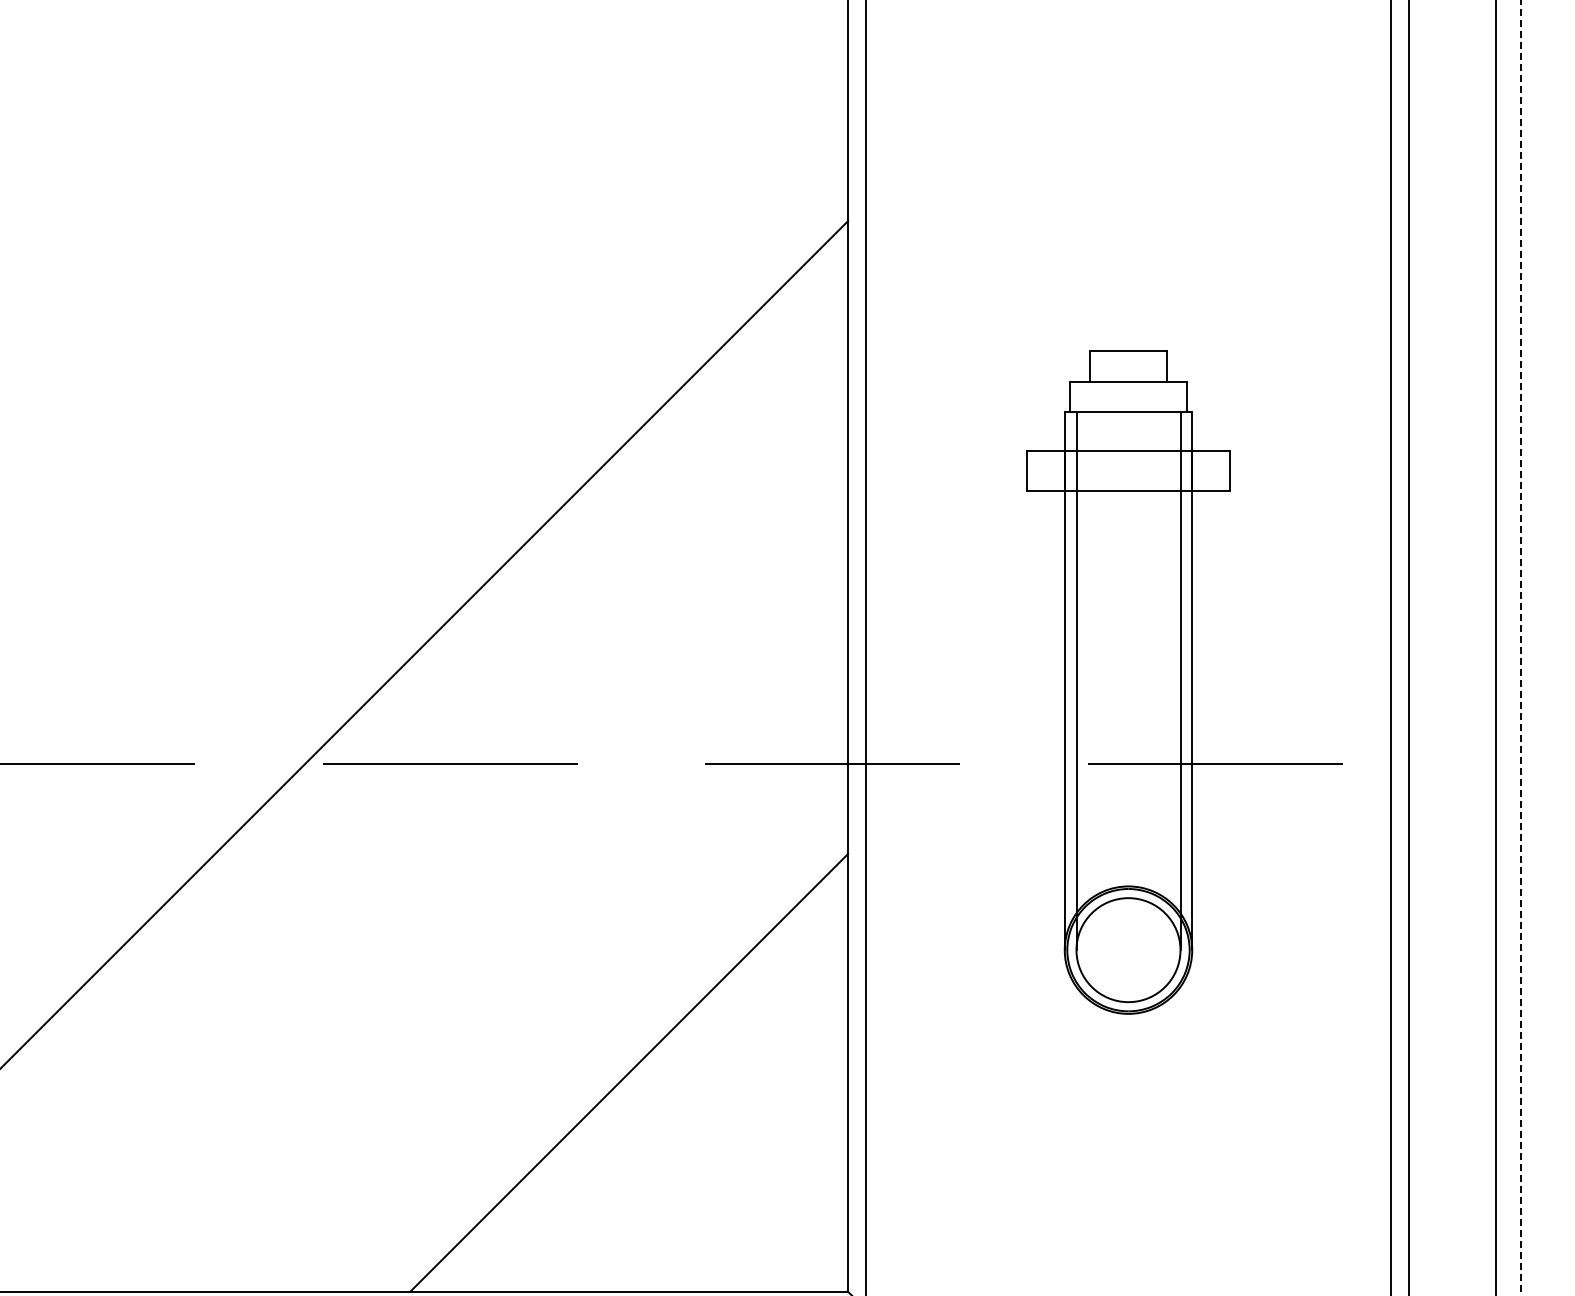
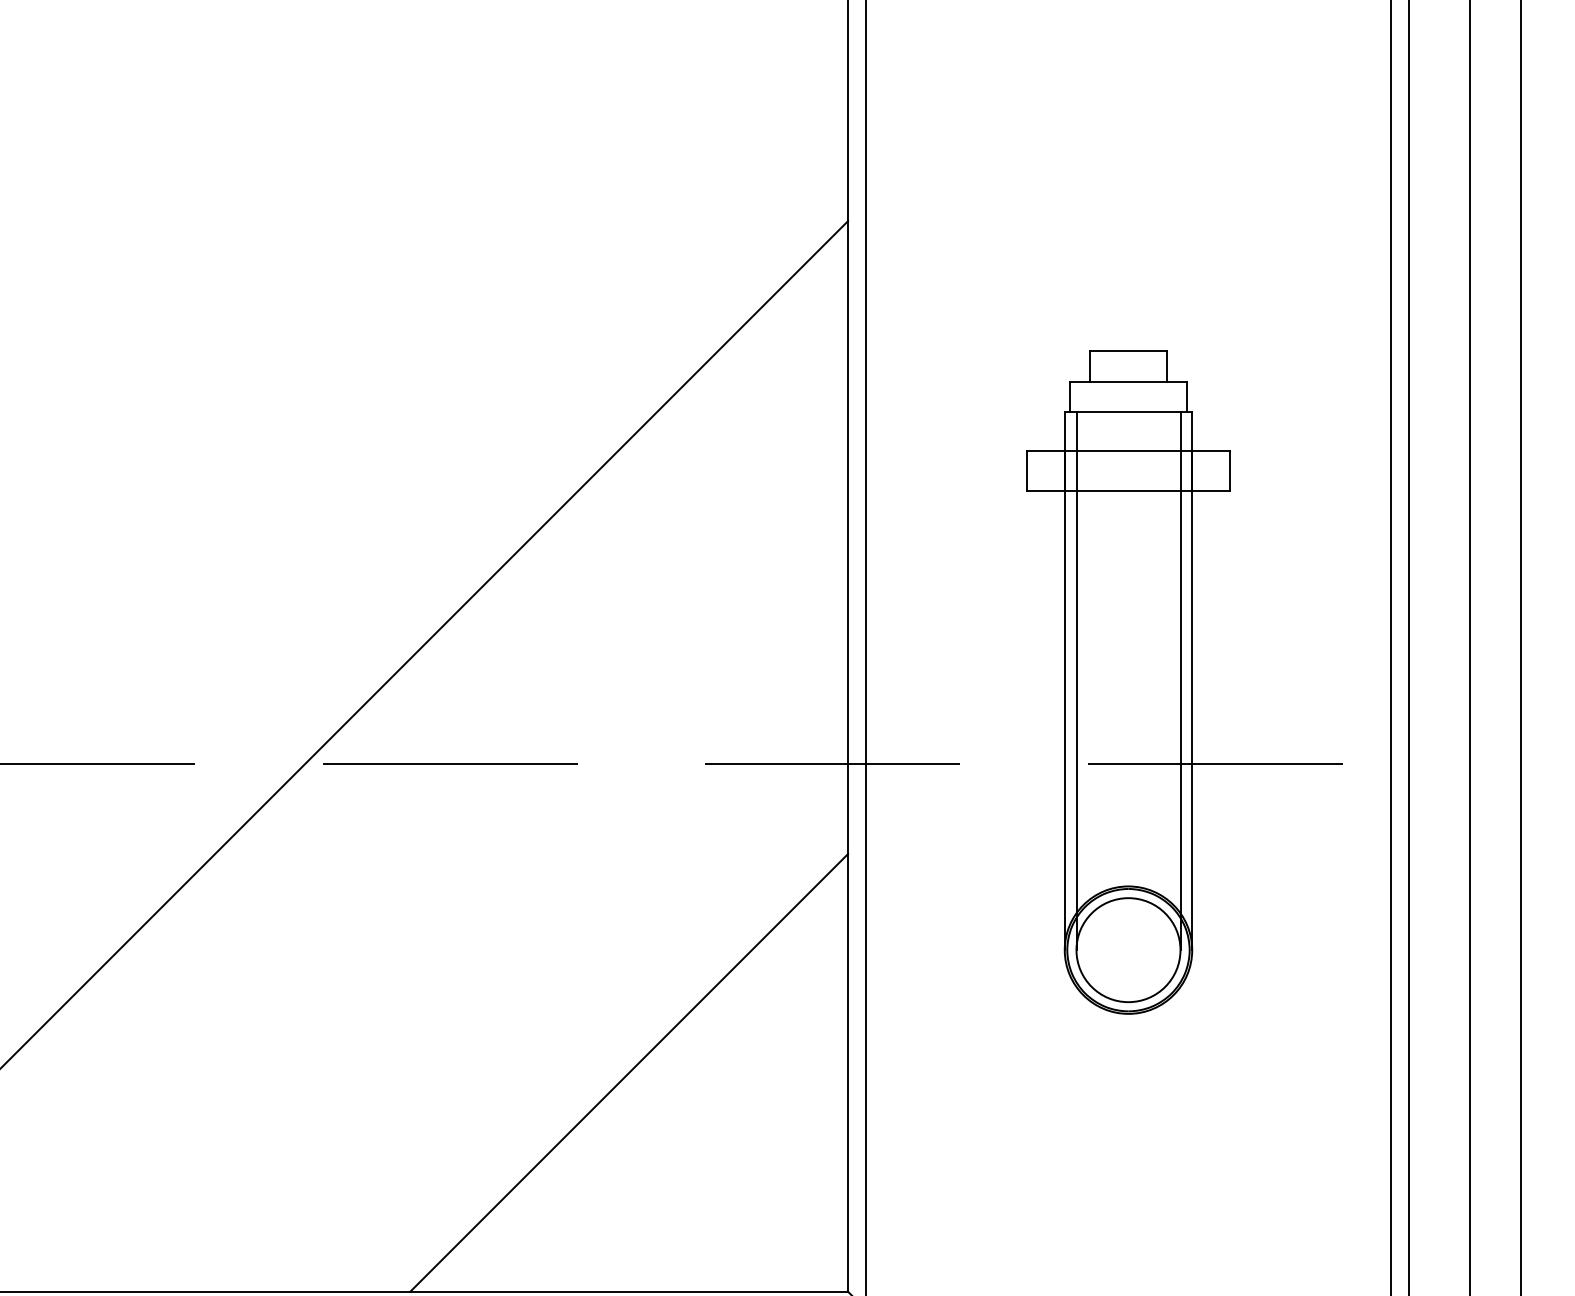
line at (1496, 647) position: (1496, 647) -> (1470, 647)
line at (1521, 647): dashed -> solid
